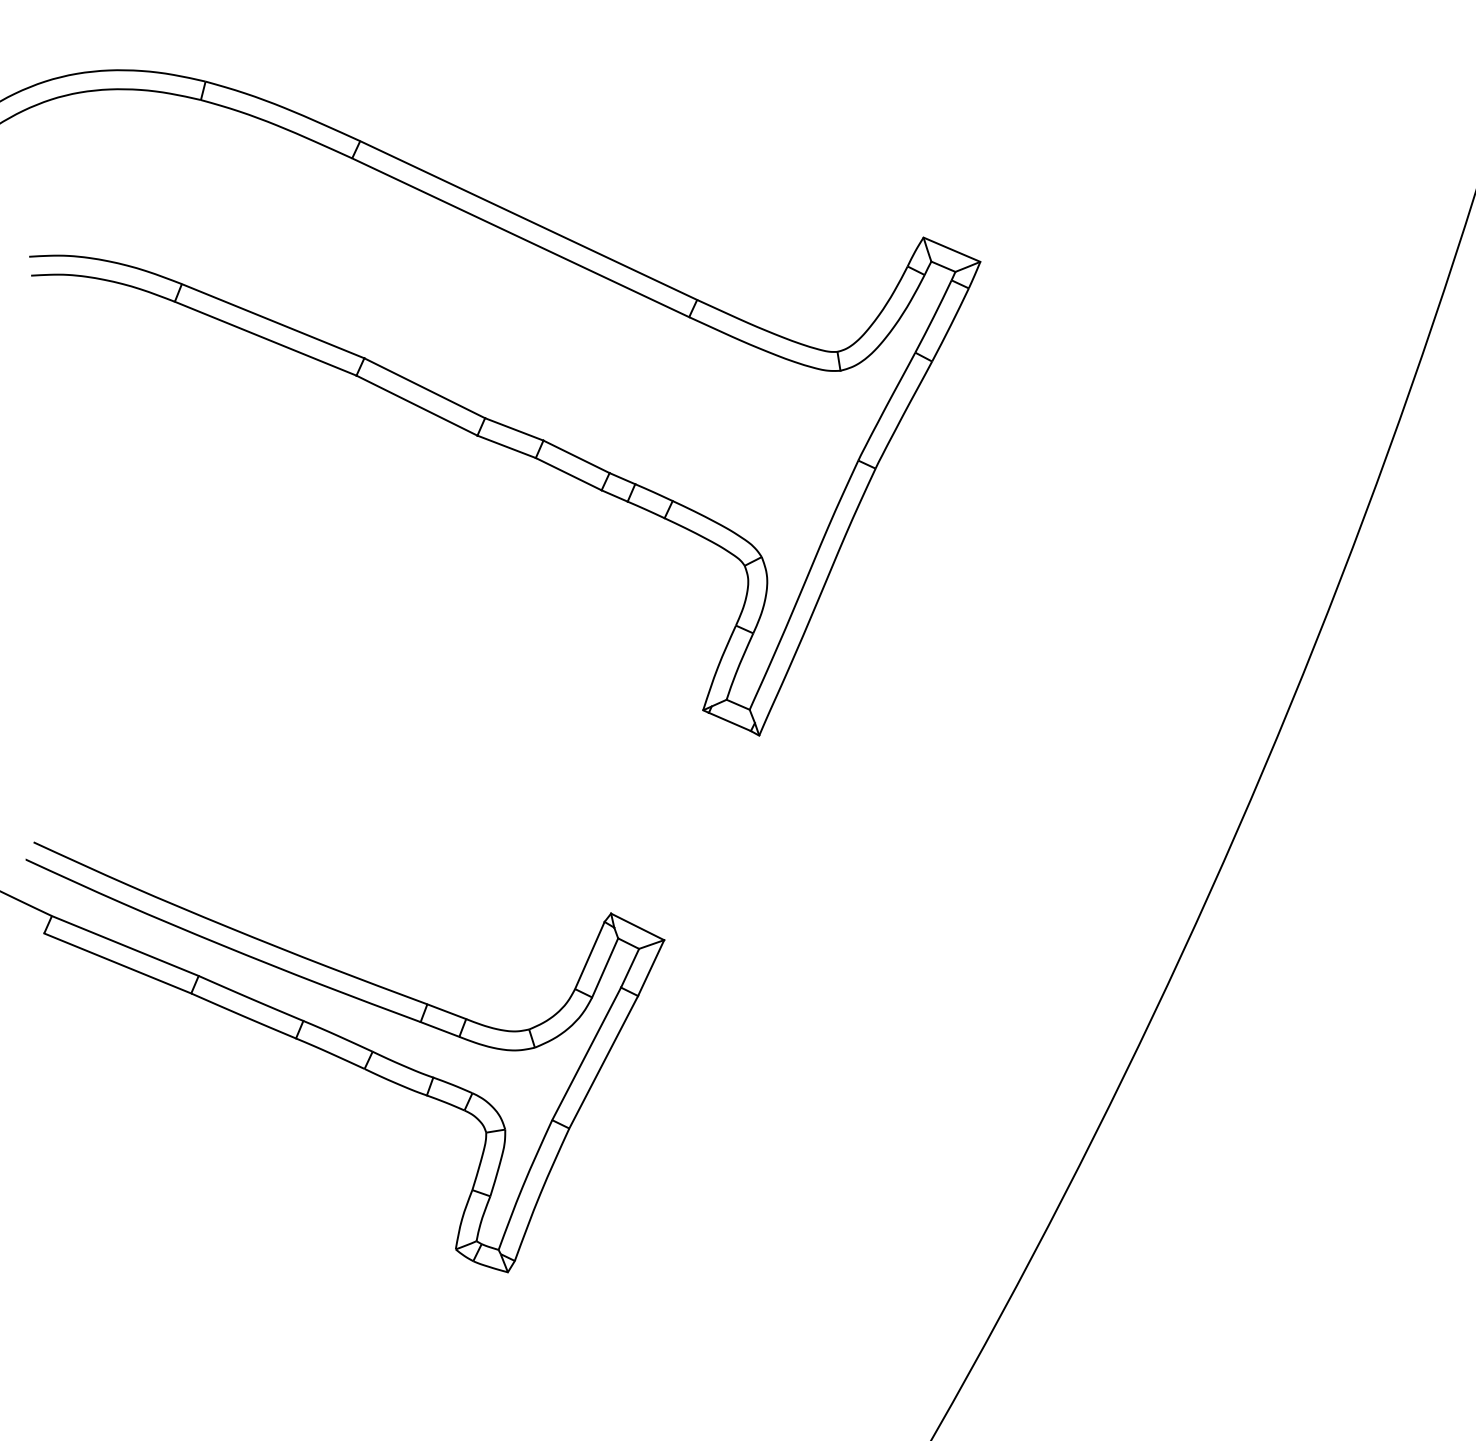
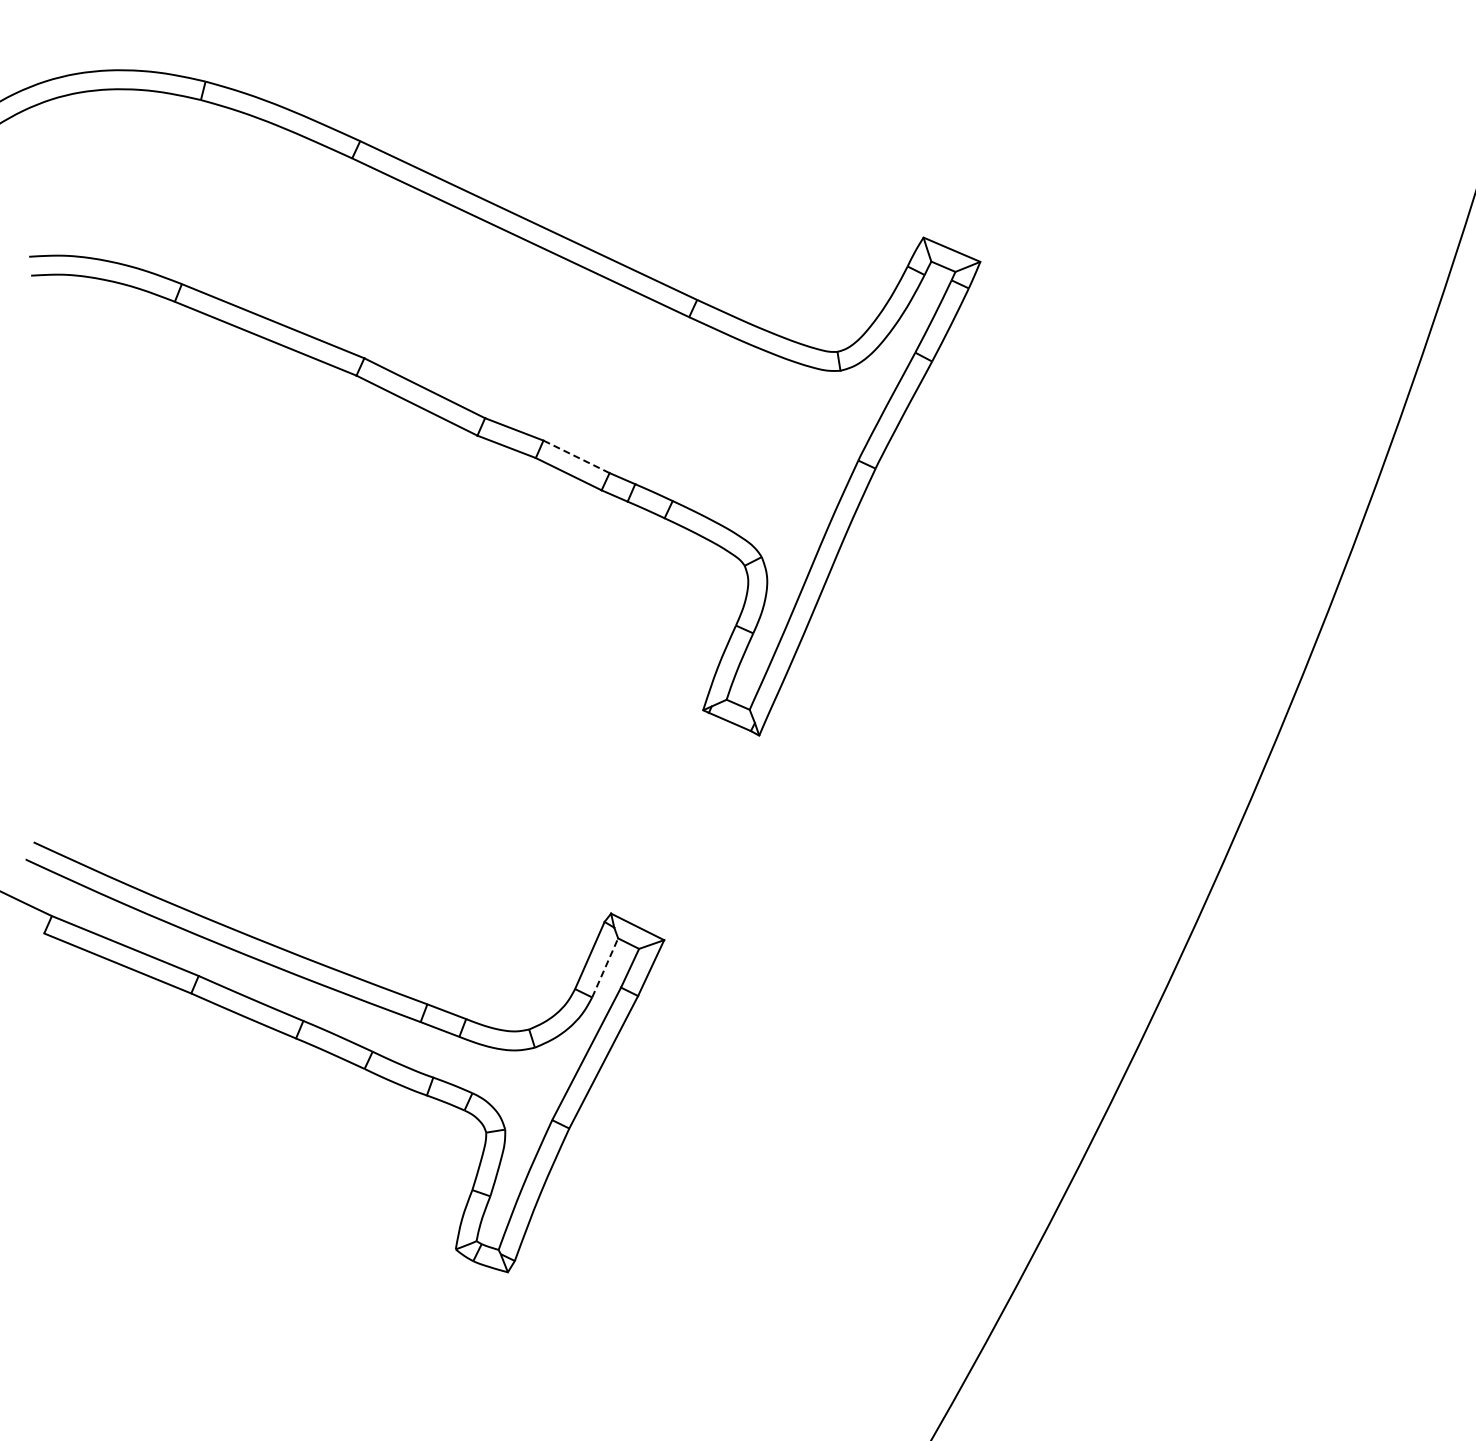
line at (576, 456): solid -> dashed
line at (605, 967): solid -> dashed
